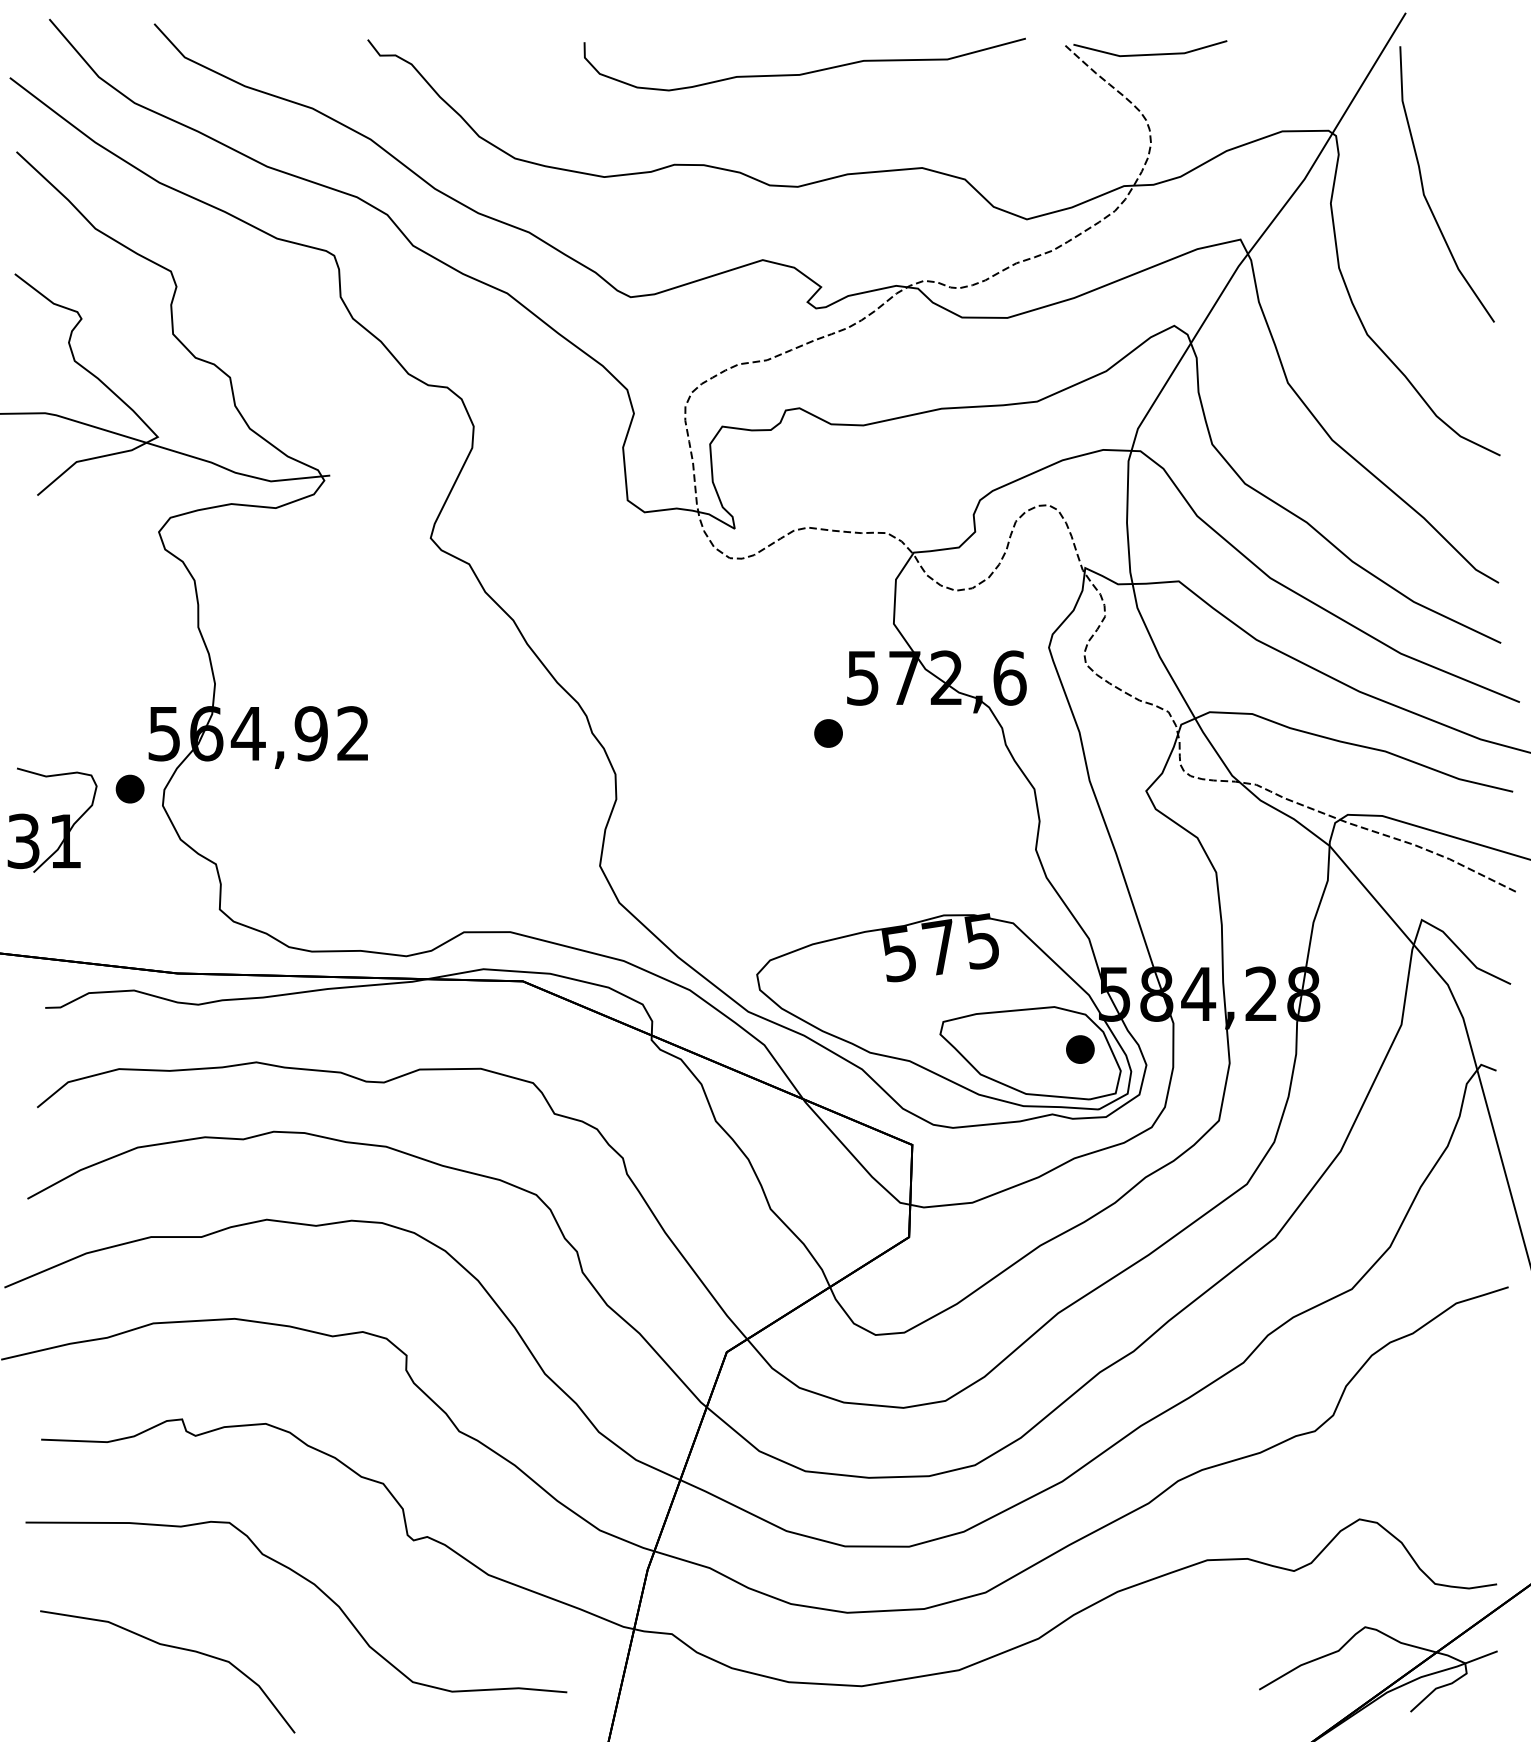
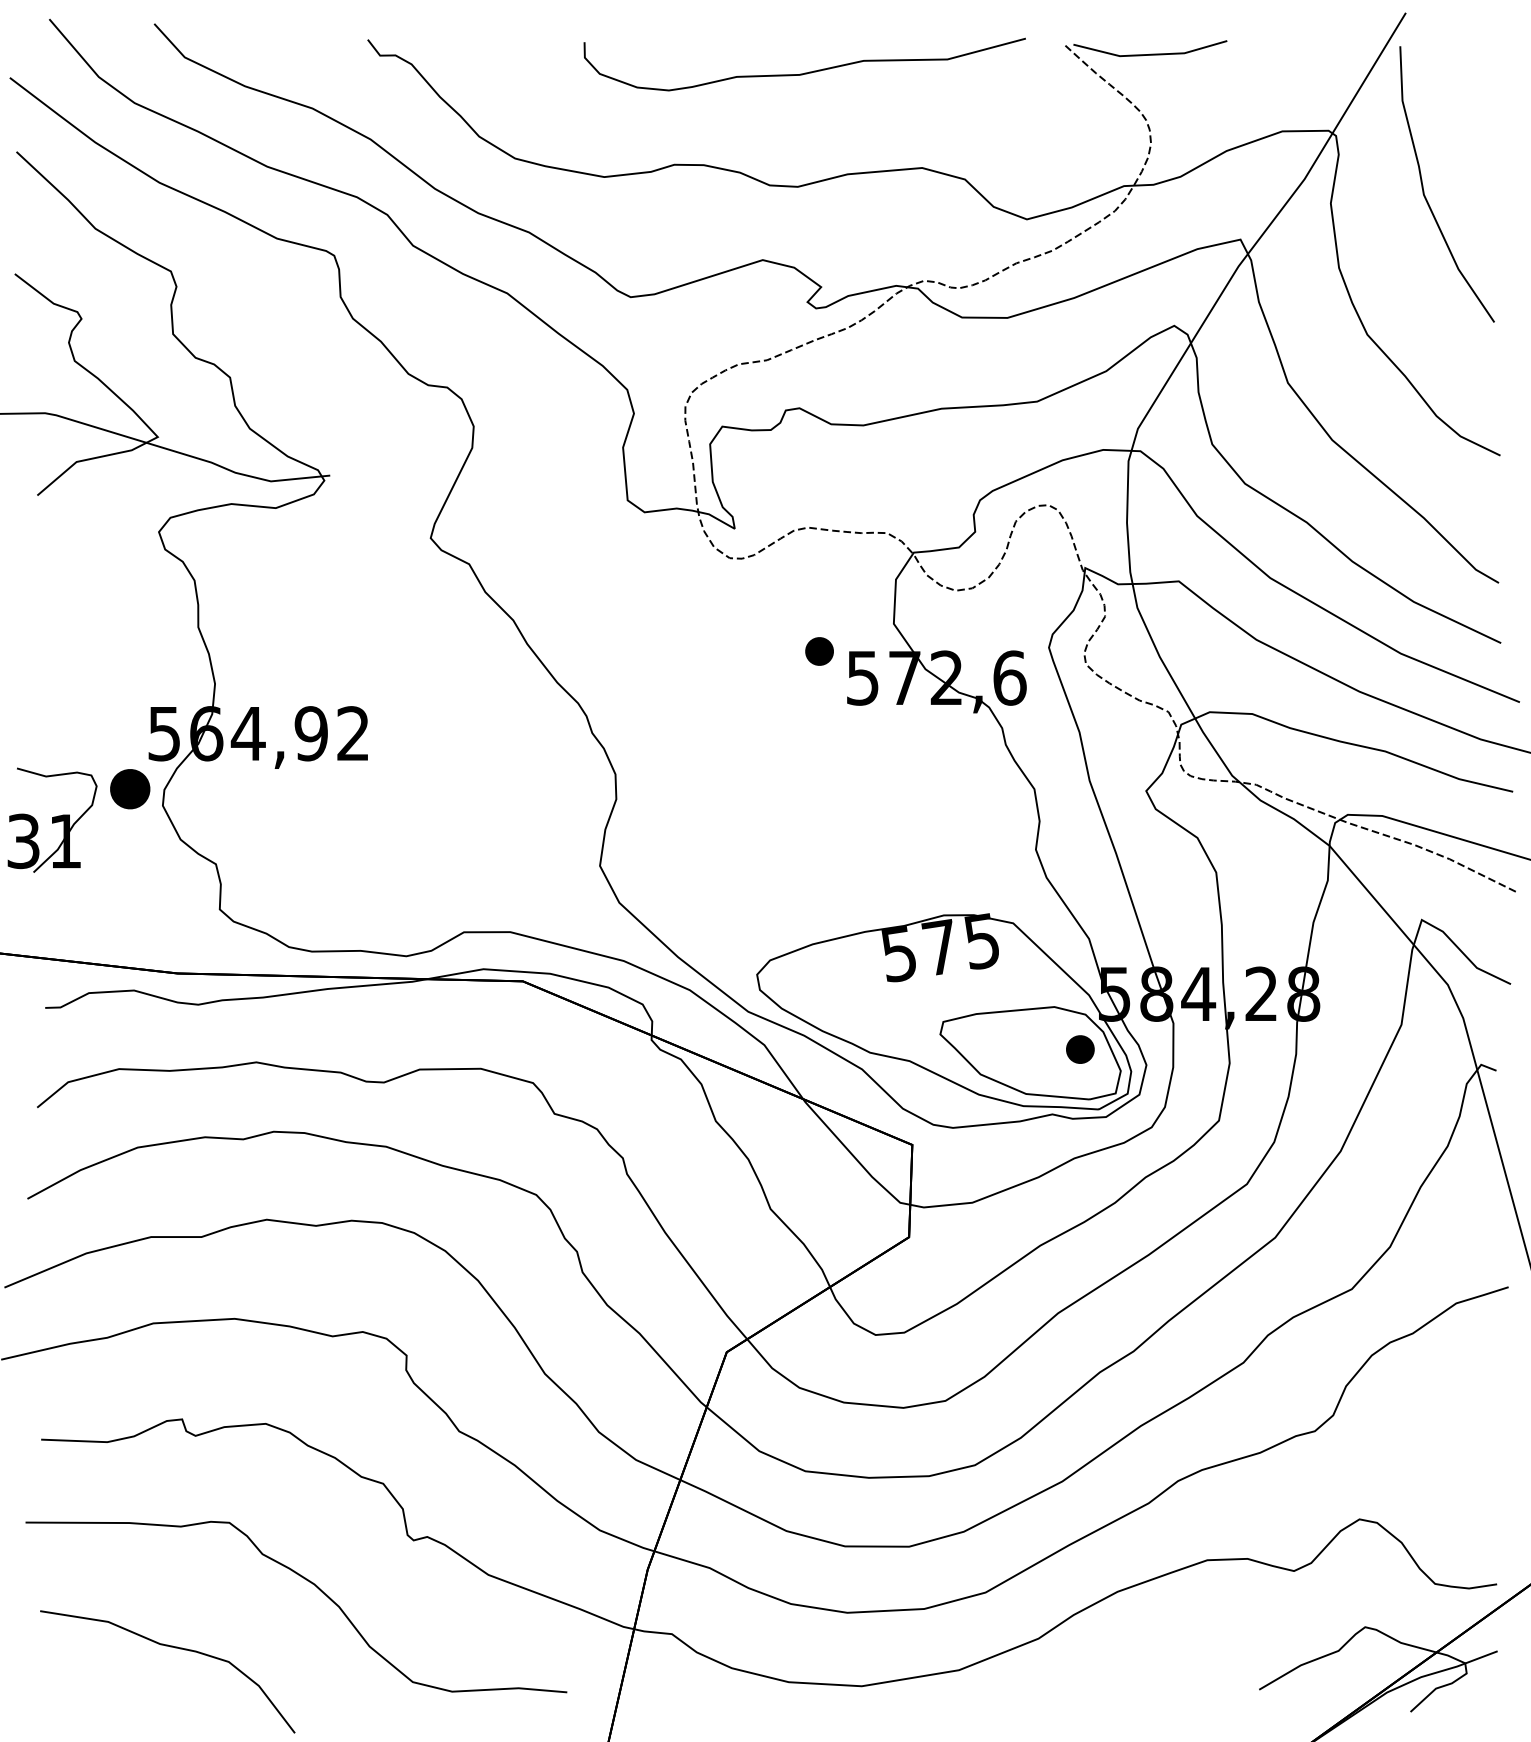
part at (828, 733) position: (828, 733) -> (819, 651)
part at (129, 788) size: 30x30 px -> 41x41 px
